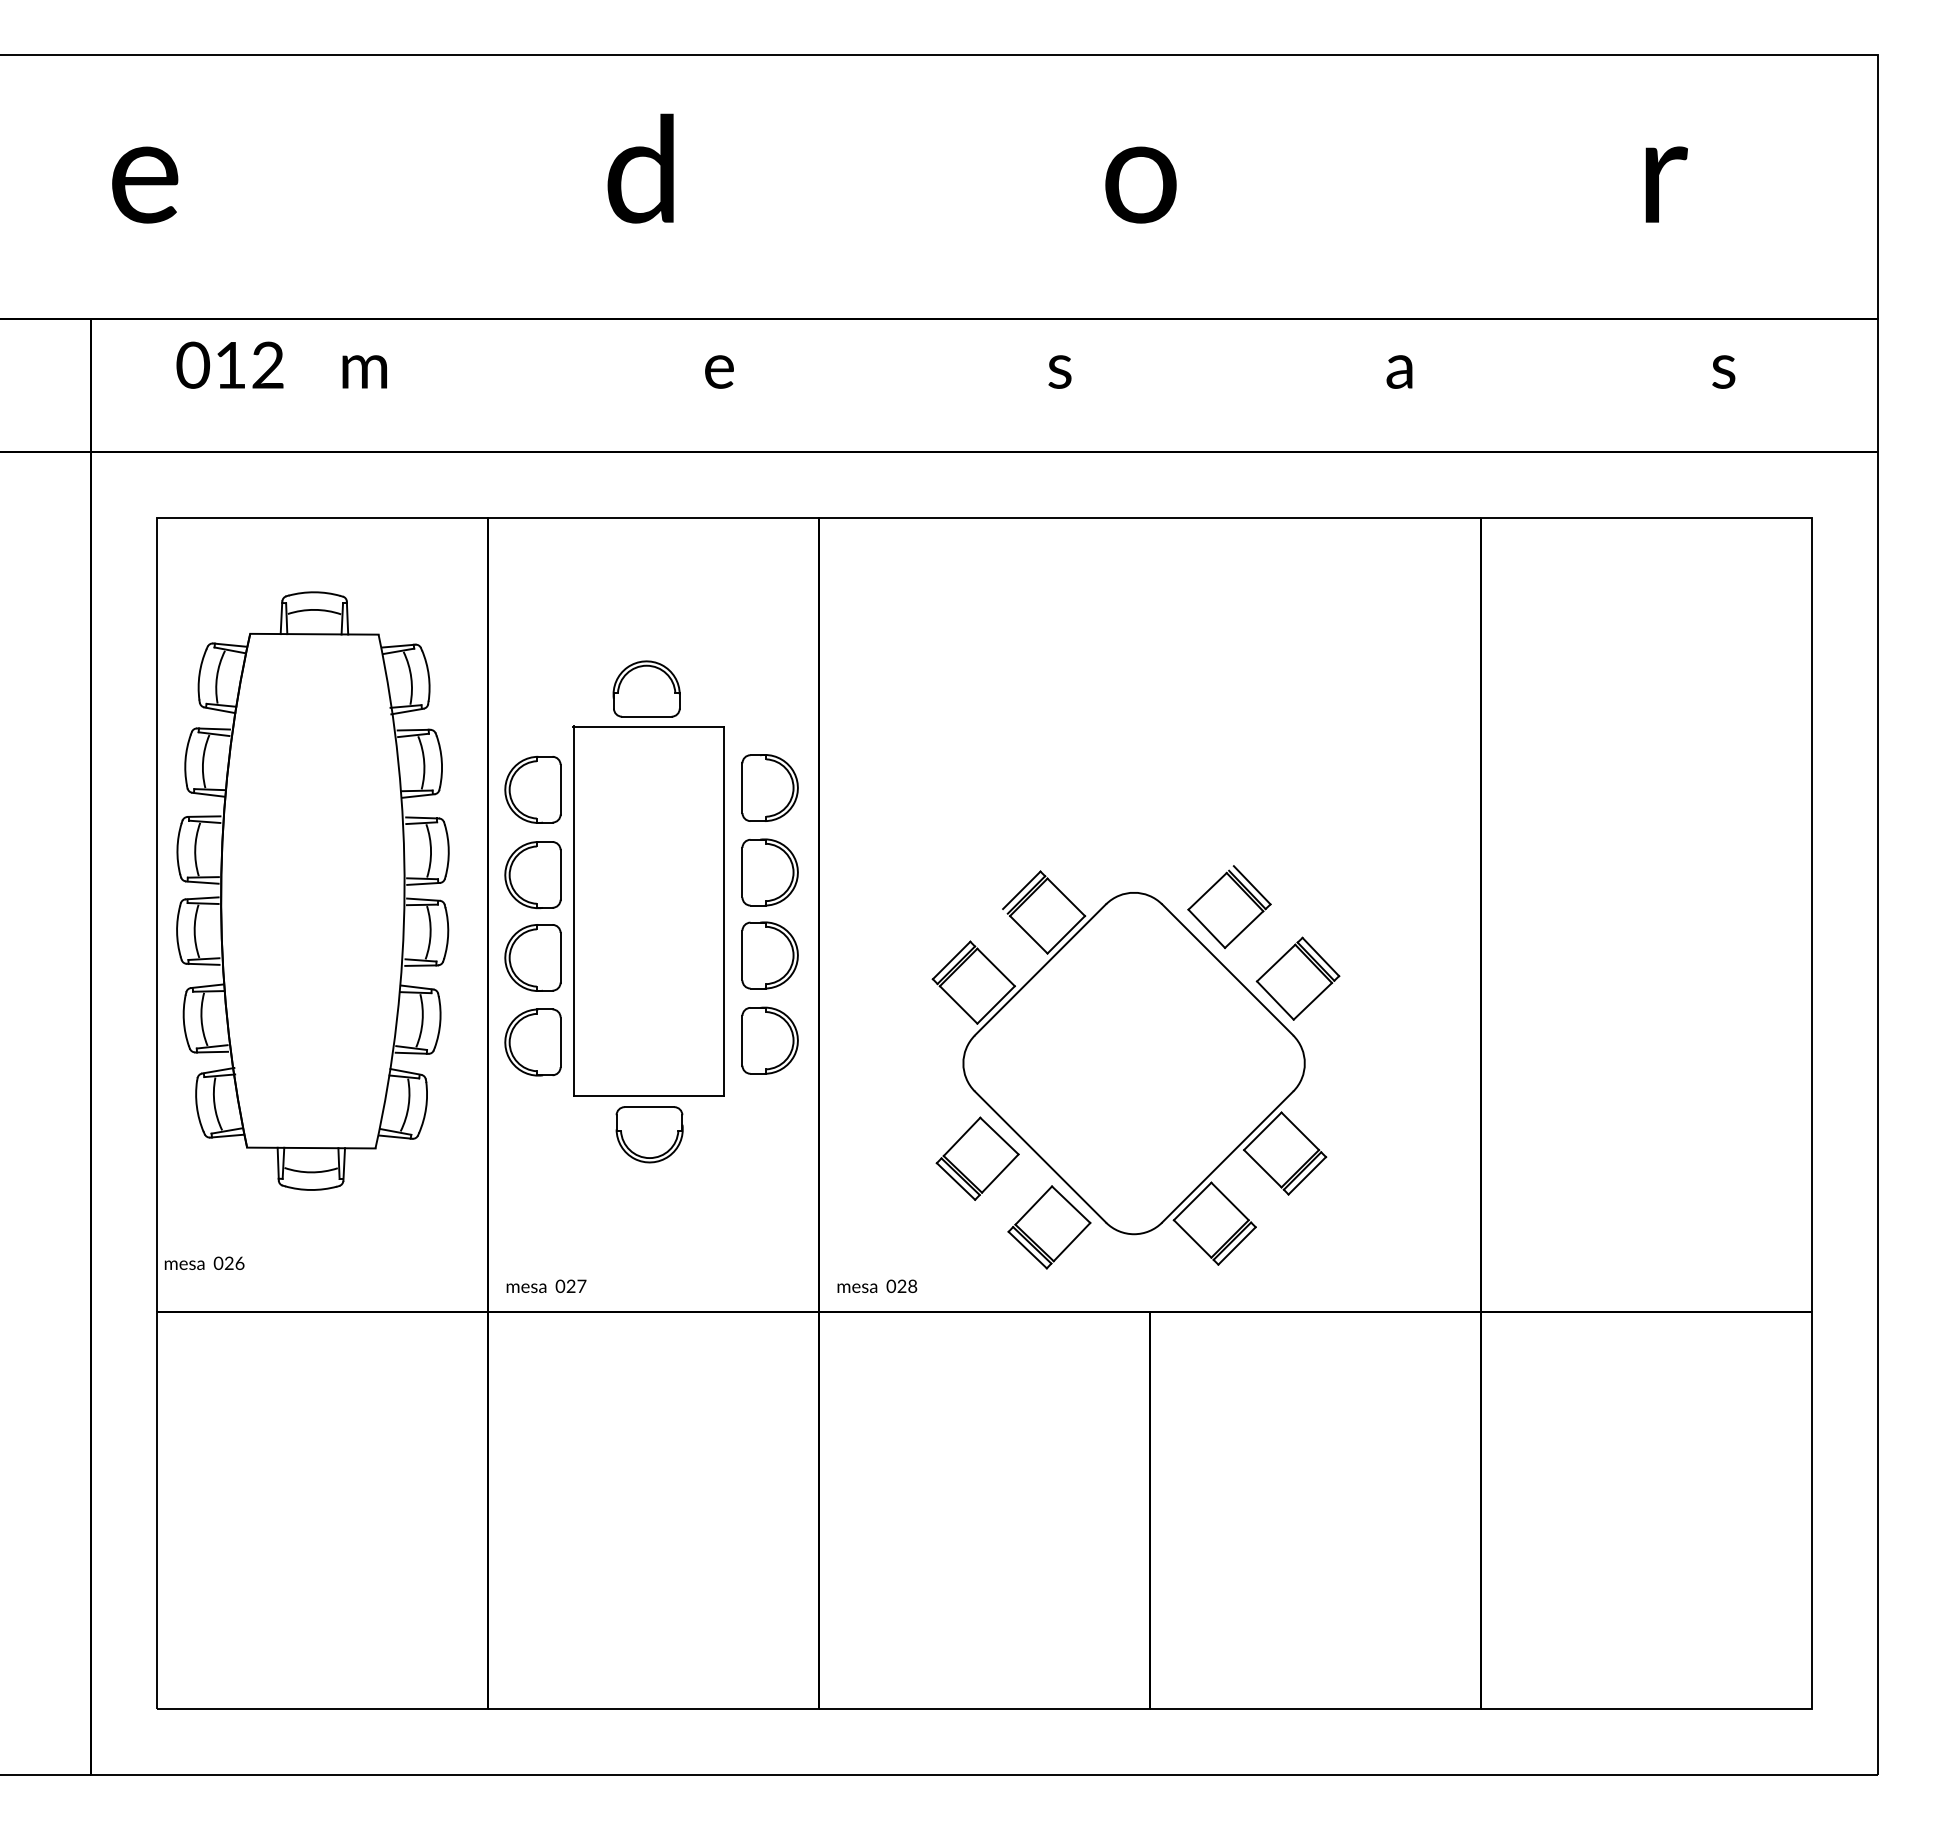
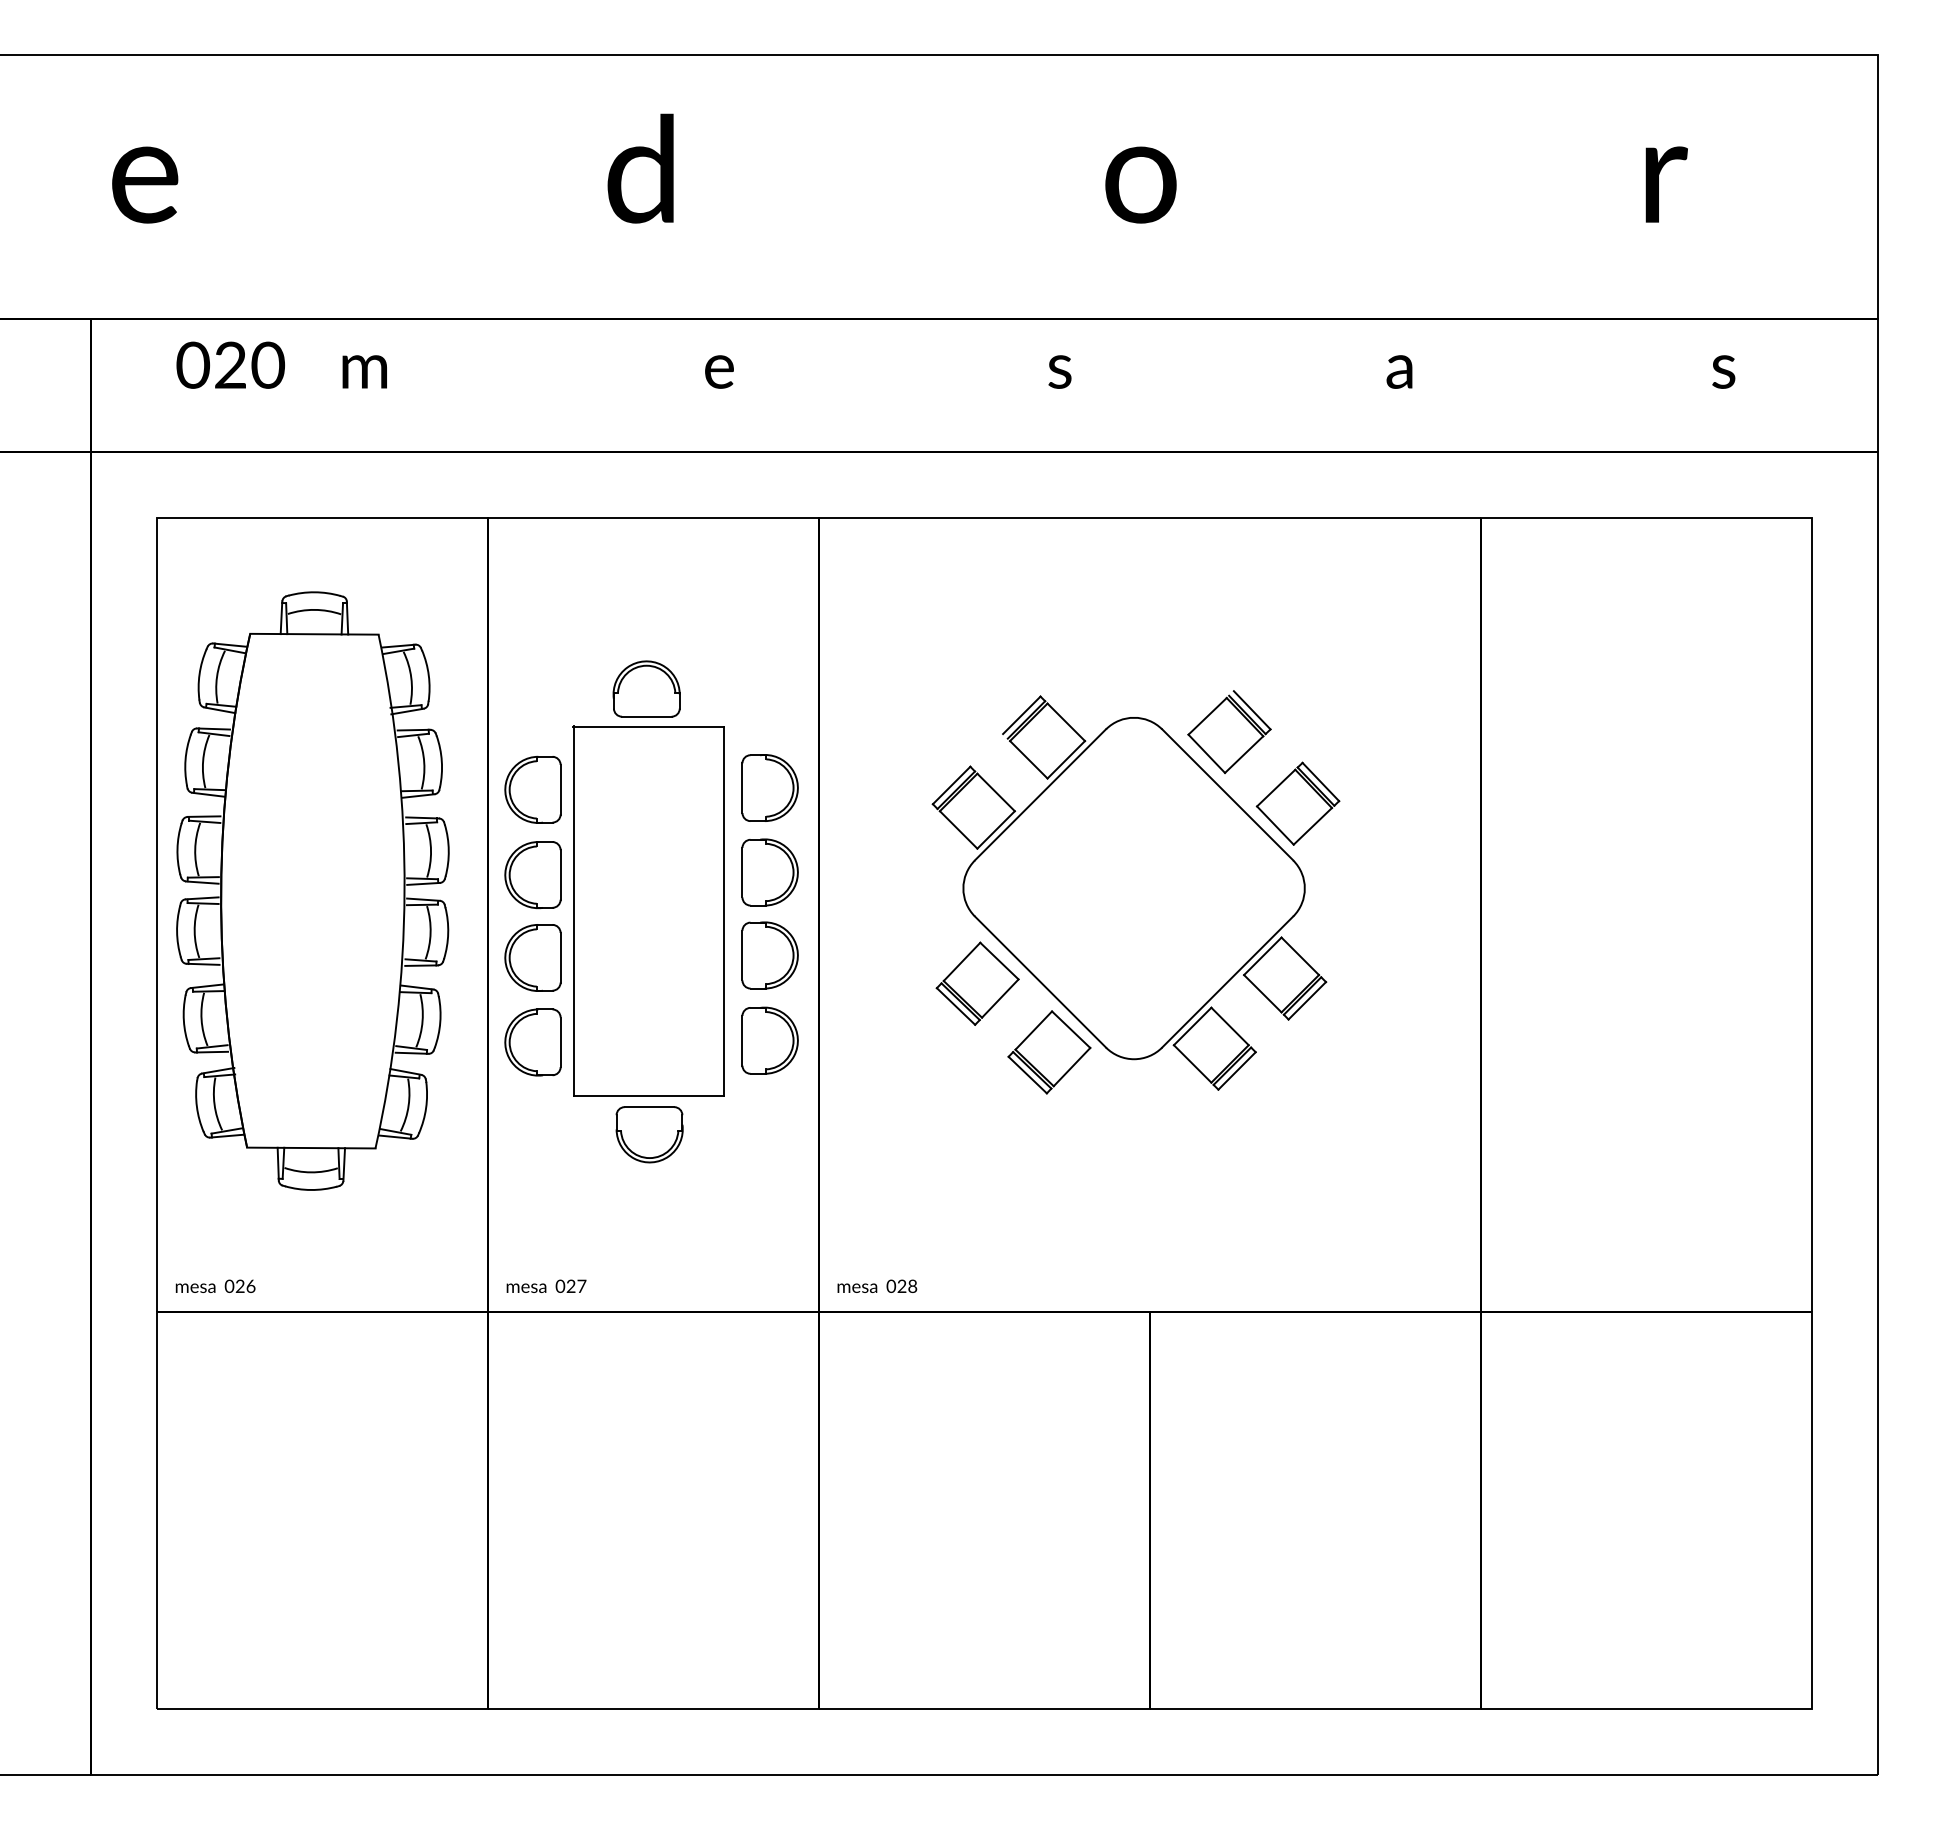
text at (250, 364): 012 -> 020
part at (1135, 1067) position: (1135, 1067) -> (1135, 892)
text at (204, 1262) position: (204, 1262) -> (215, 1285)
